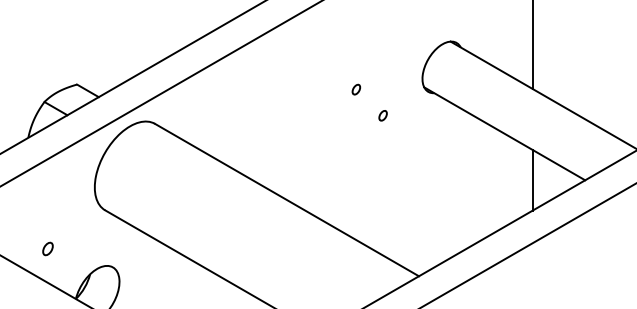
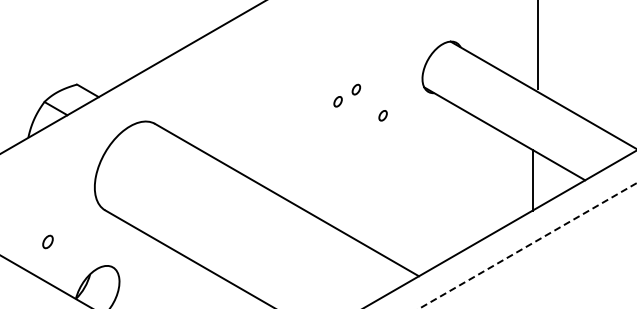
line at (532, 45) position: (532, 45) -> (537, 45)
line at (160, 93): present -> none
part at (337, 101): none -> present
line at (528, 245): solid -> dashed
part at (47, 248) position: (47, 248) -> (47, 241)
